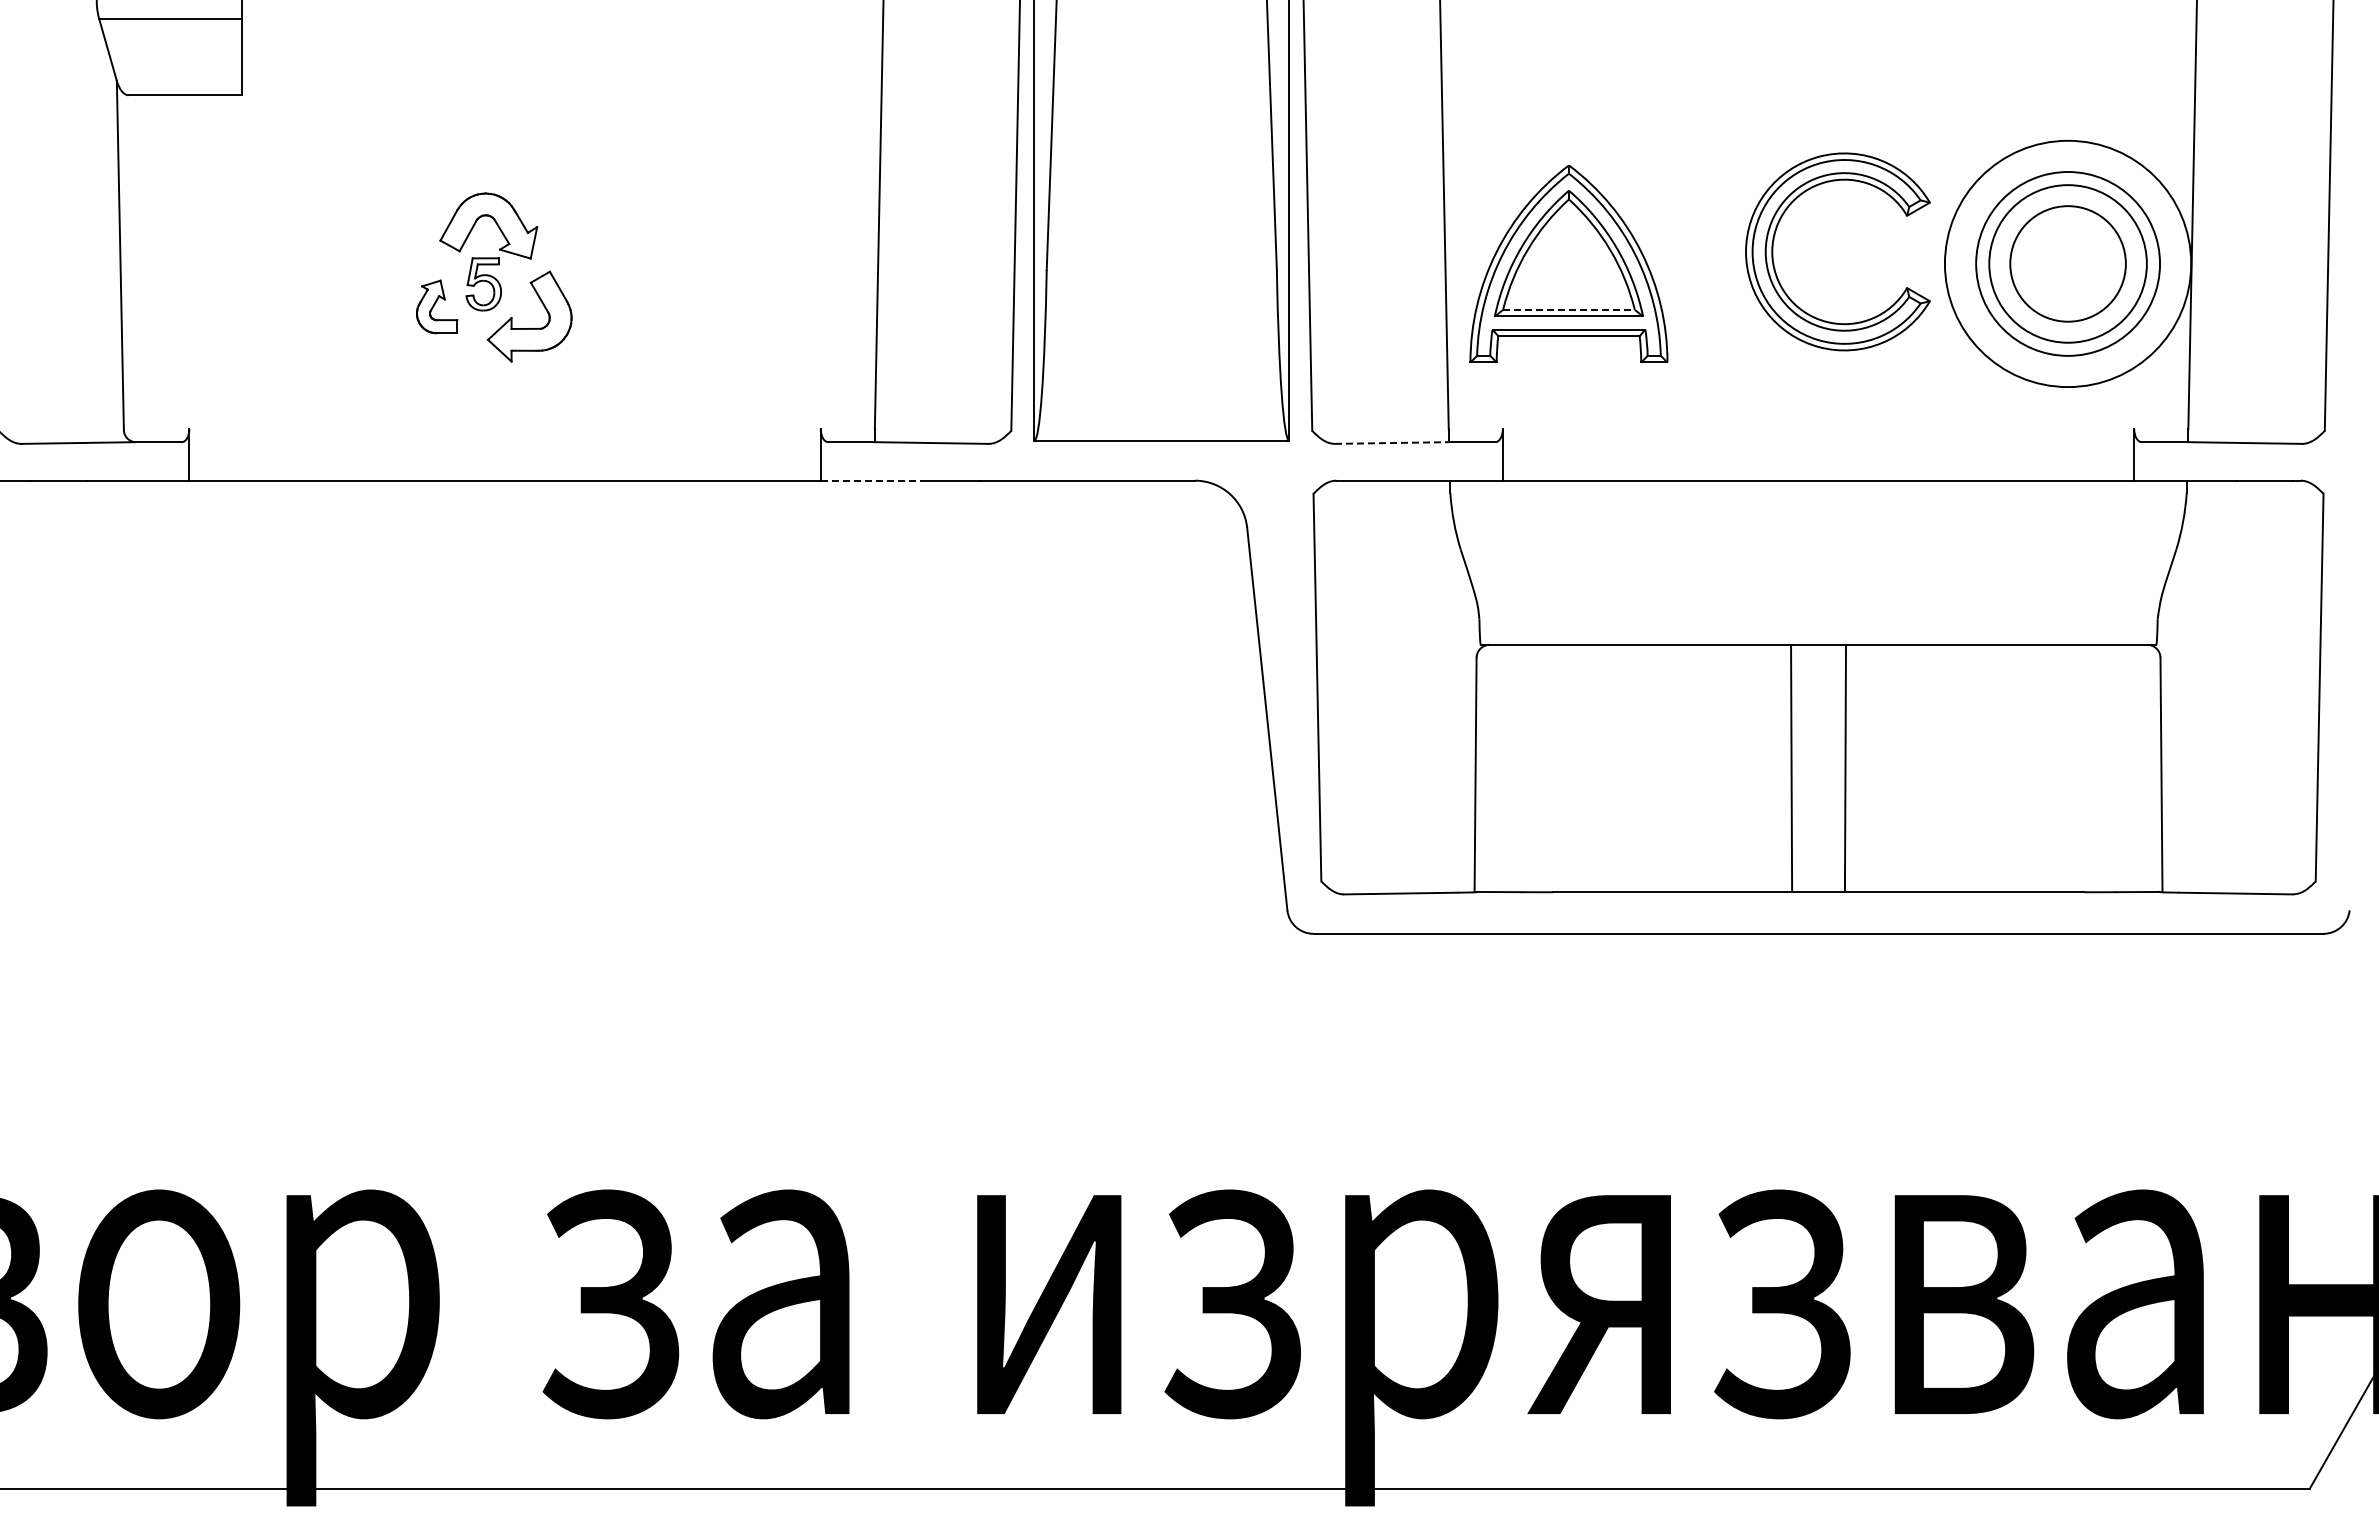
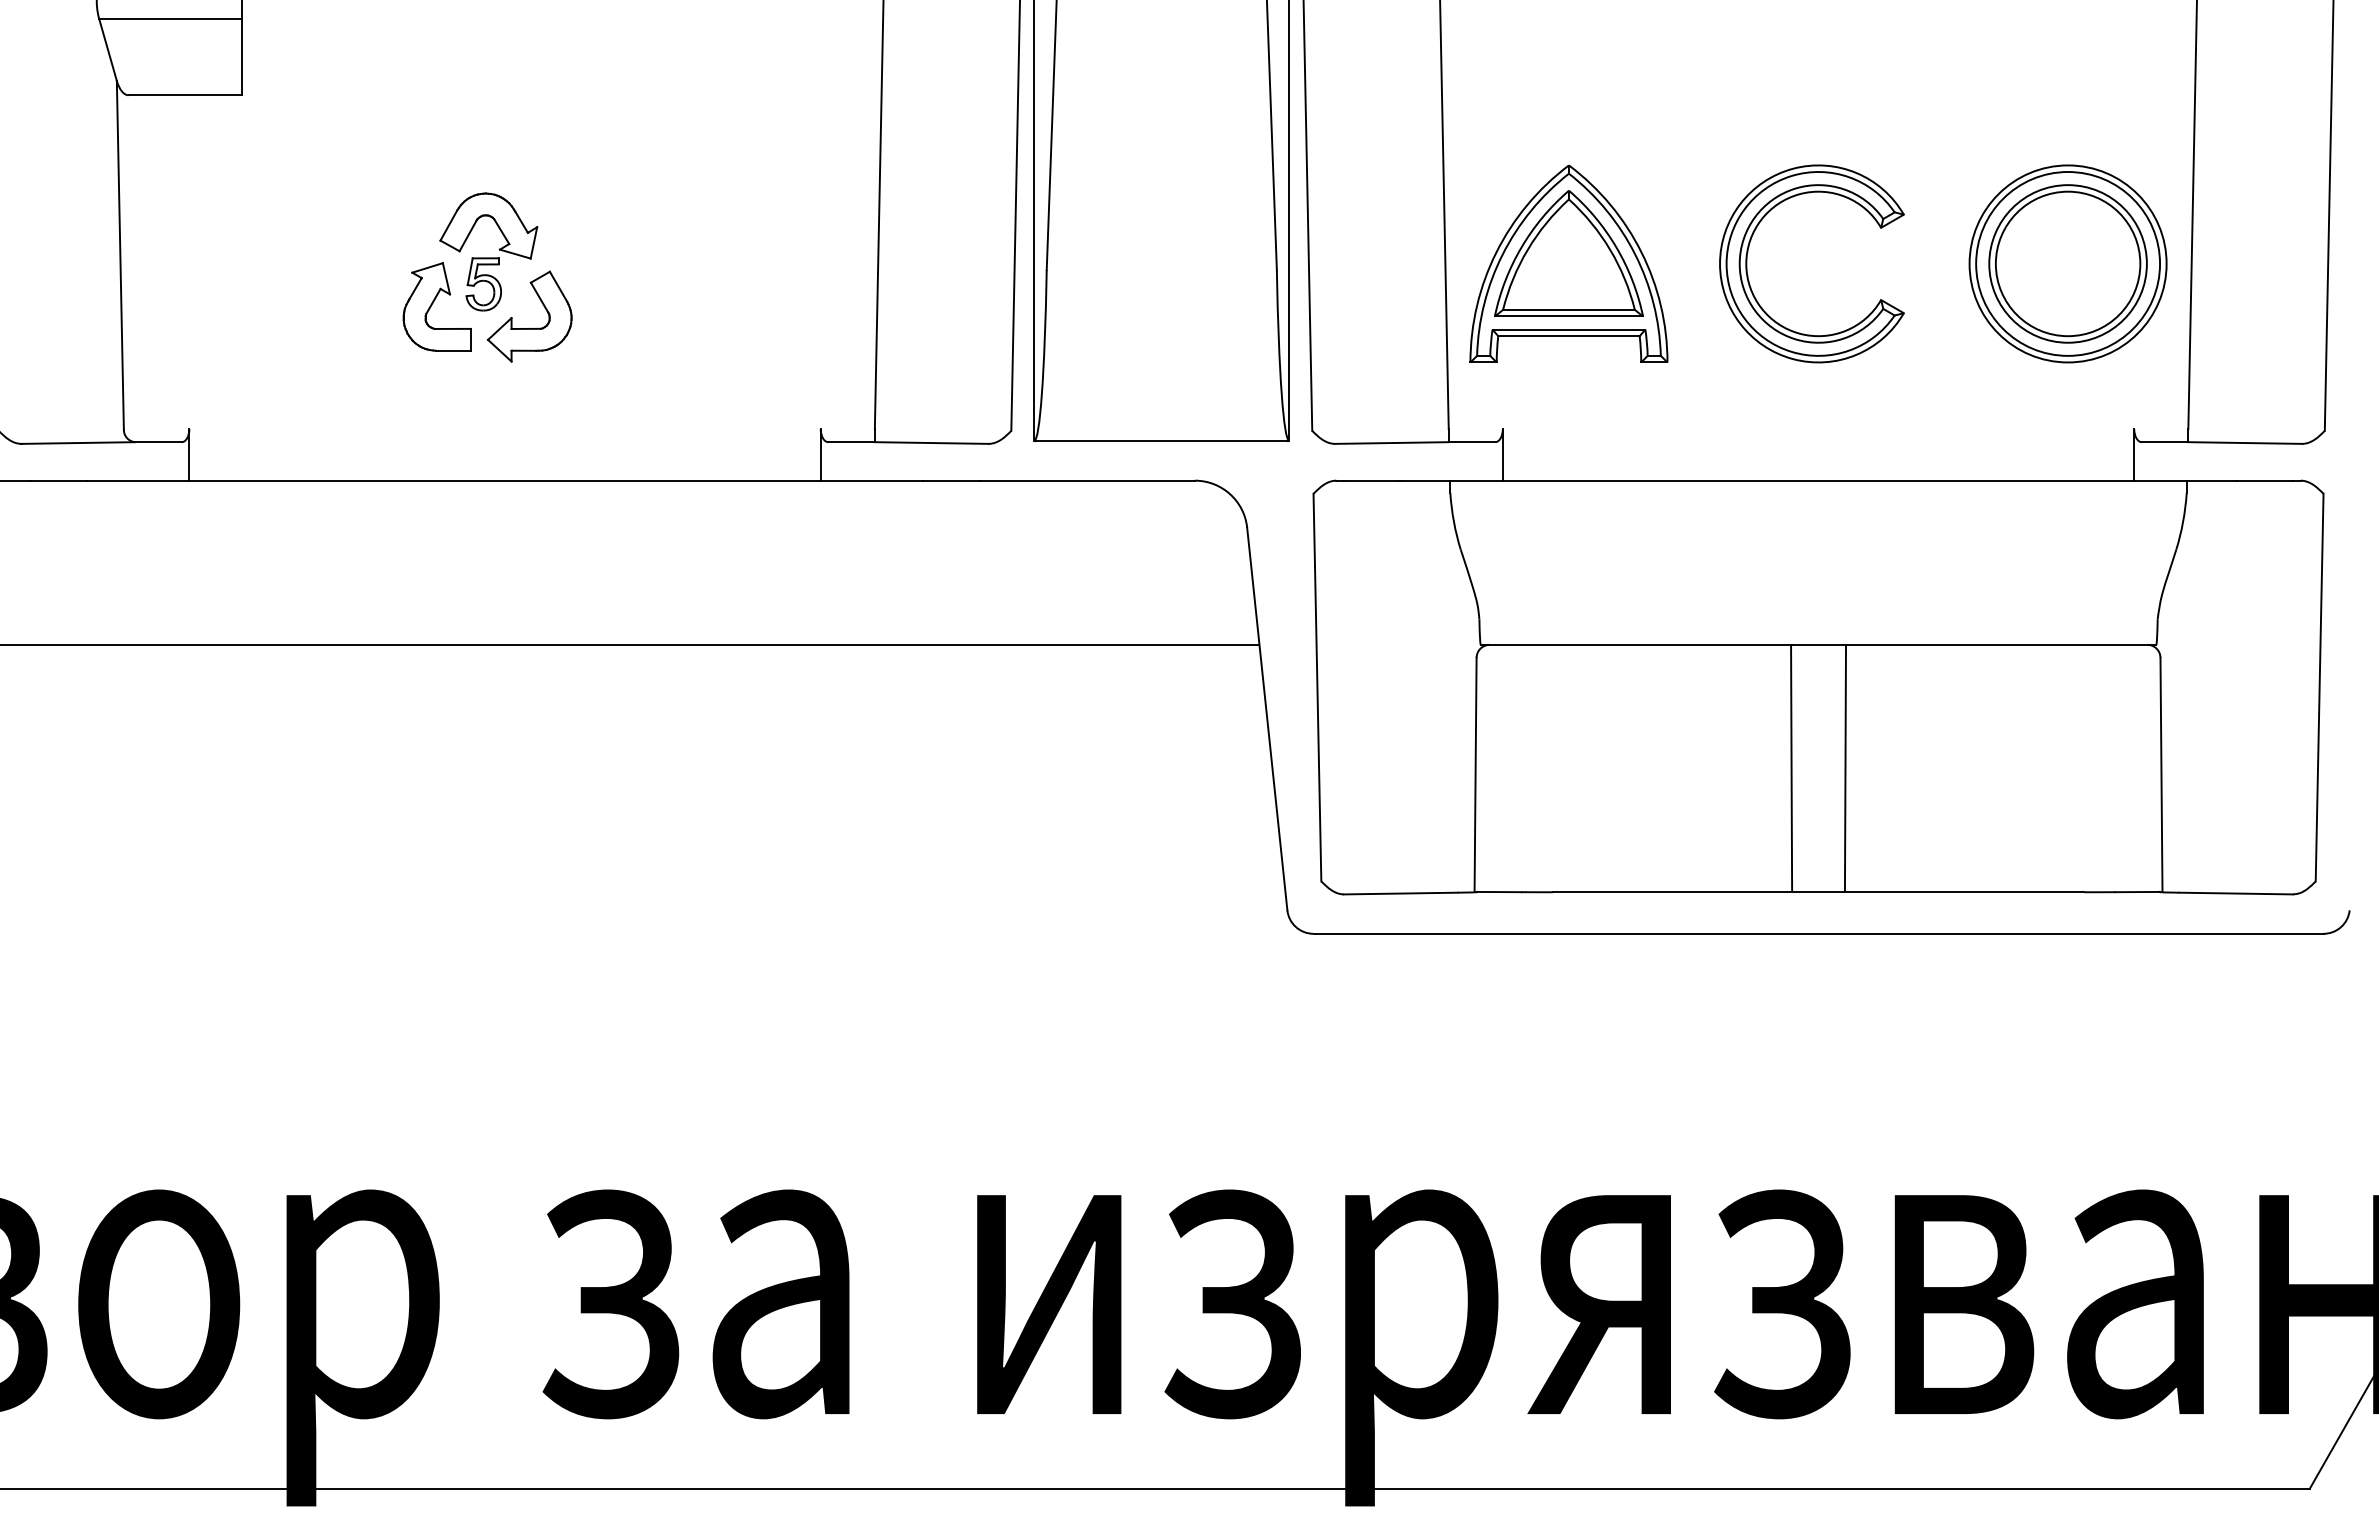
part at (1774, 240) position: (1774, 240) -> (1748, 252)
circle at (2067, 263) diameter: 116 px -> 144 px
circle at (2067, 263) diameter: 246 px -> 197 px
part at (437, 306) size: 43x56 px -> 70x90 px
line at (1568, 309): dashed -> solid
line at (1391, 443): dashed -> solid
line at (872, 480): dashed -> solid
line at (630, 644): none -> present
